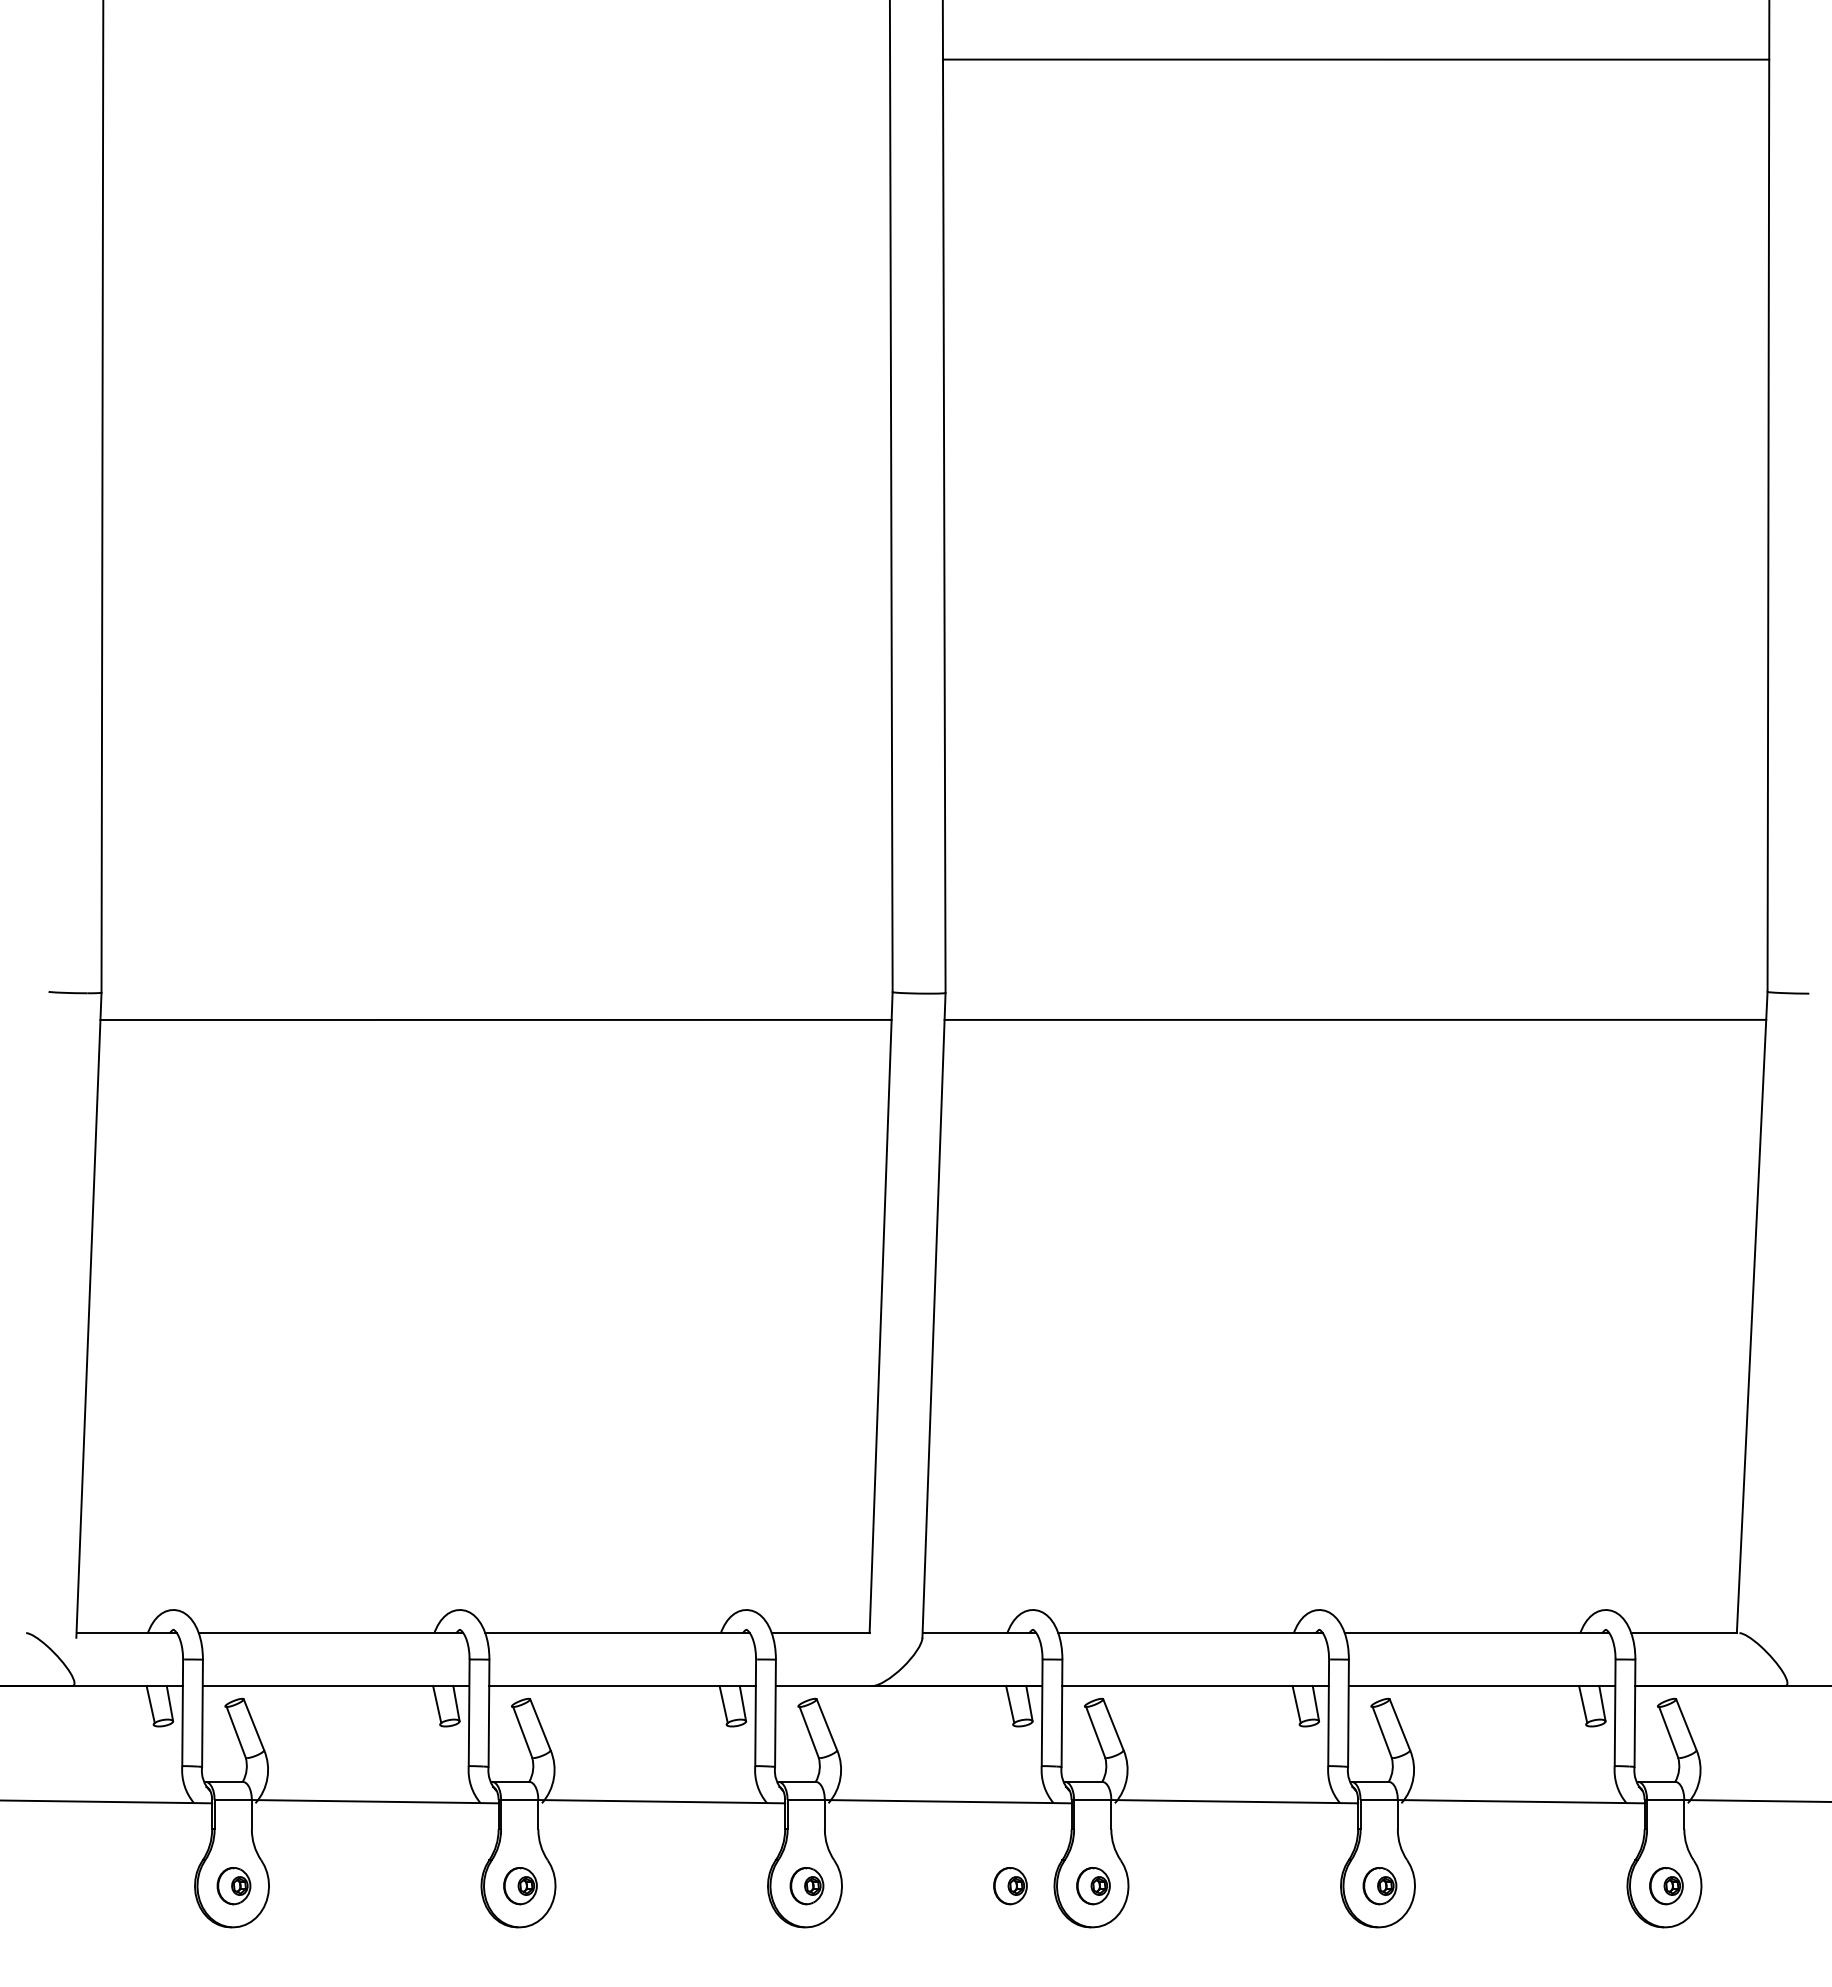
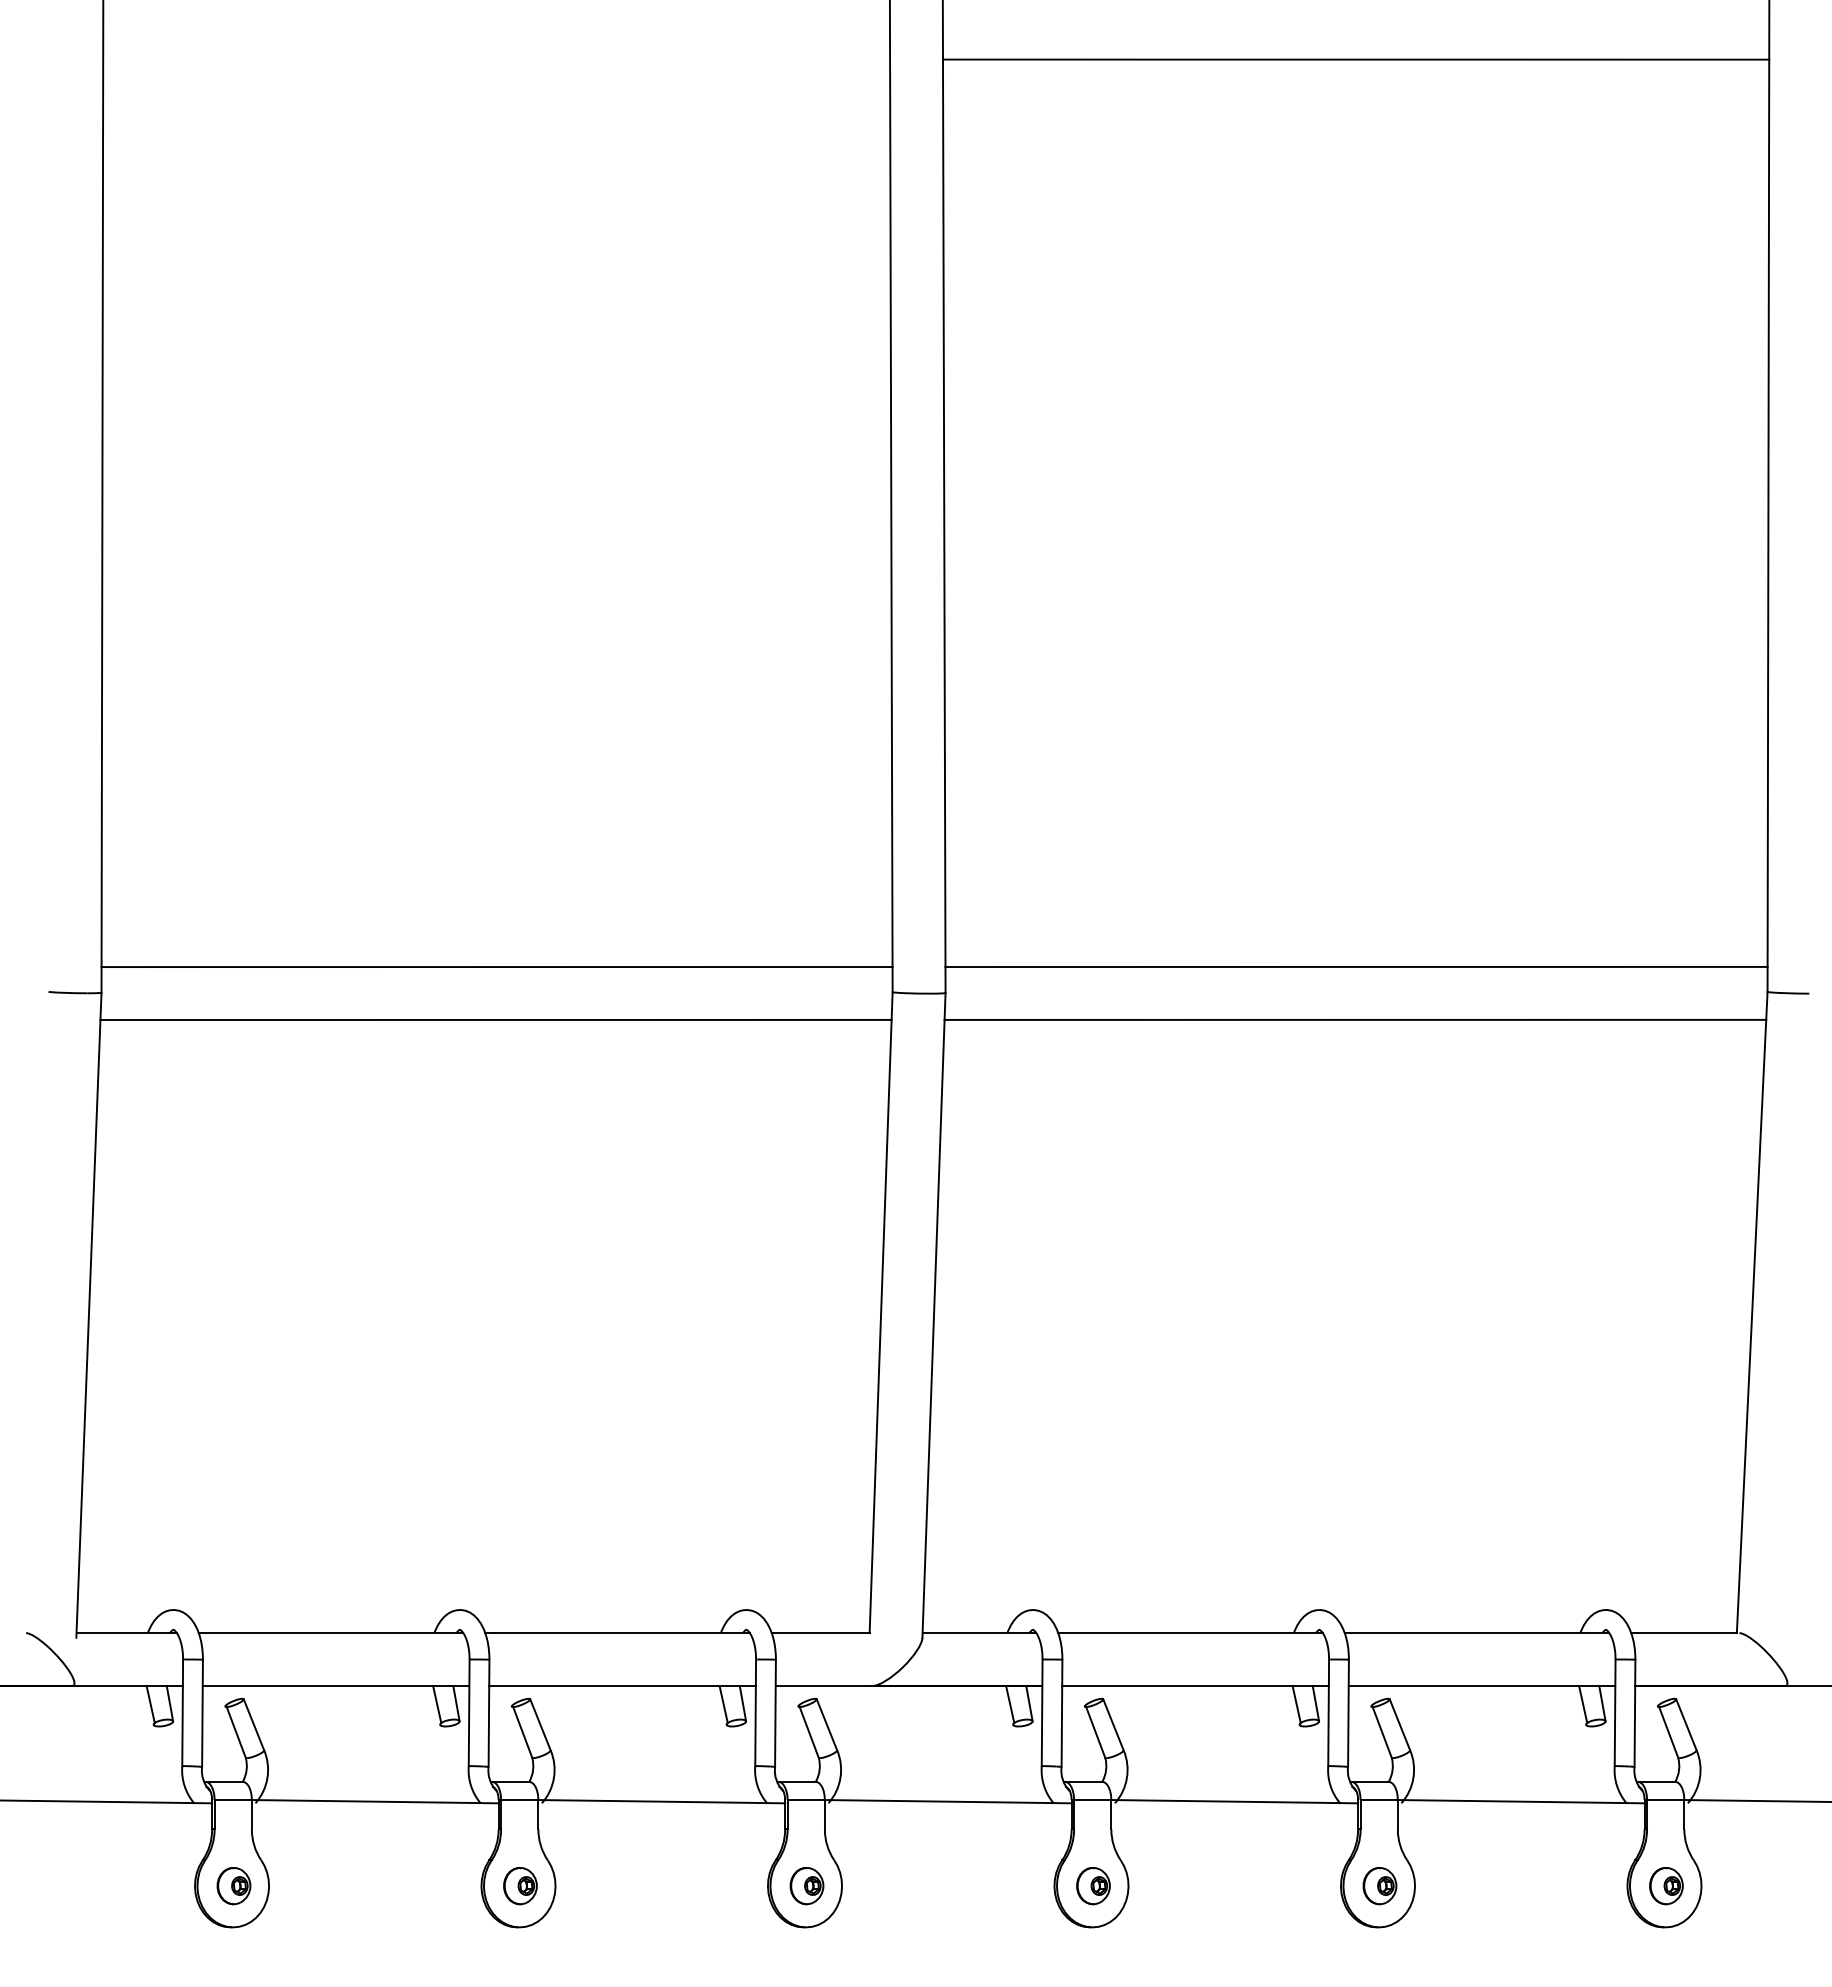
line at (1356, 966): none -> present
line at (496, 967): none -> present
part at (1010, 1886): present -> none
